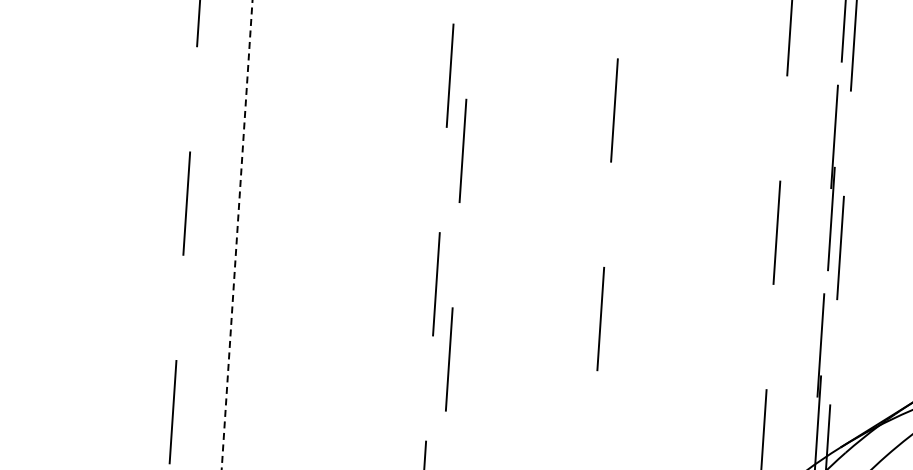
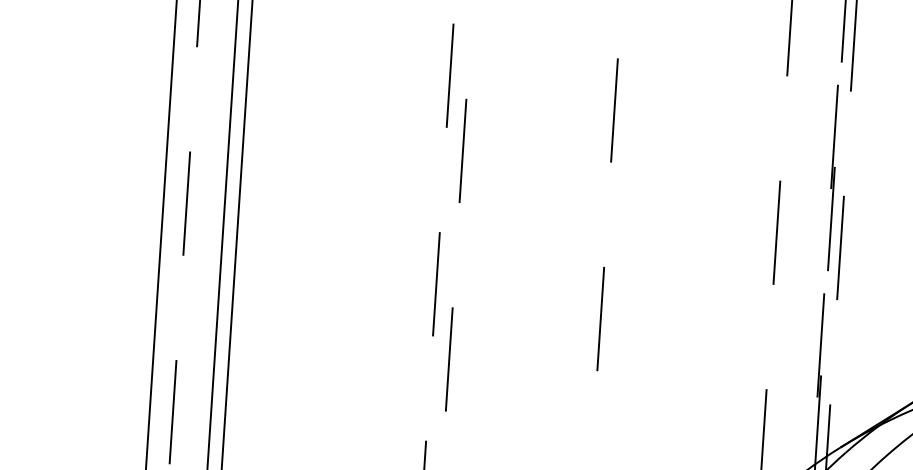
line at (161, 234): none -> present
line at (222, 234): none -> present
line at (237, 234): dashed -> solid
